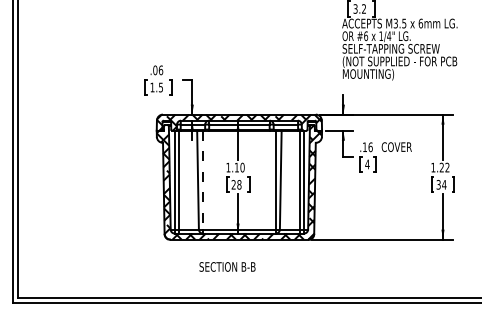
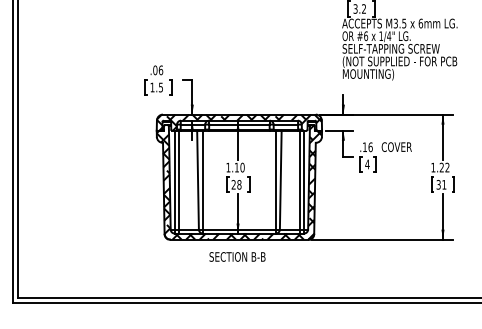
line at (203, 180): dashed -> solid
text at (444, 184): 34 -> 31
text at (227, 266) position: (227, 266) -> (237, 256)
